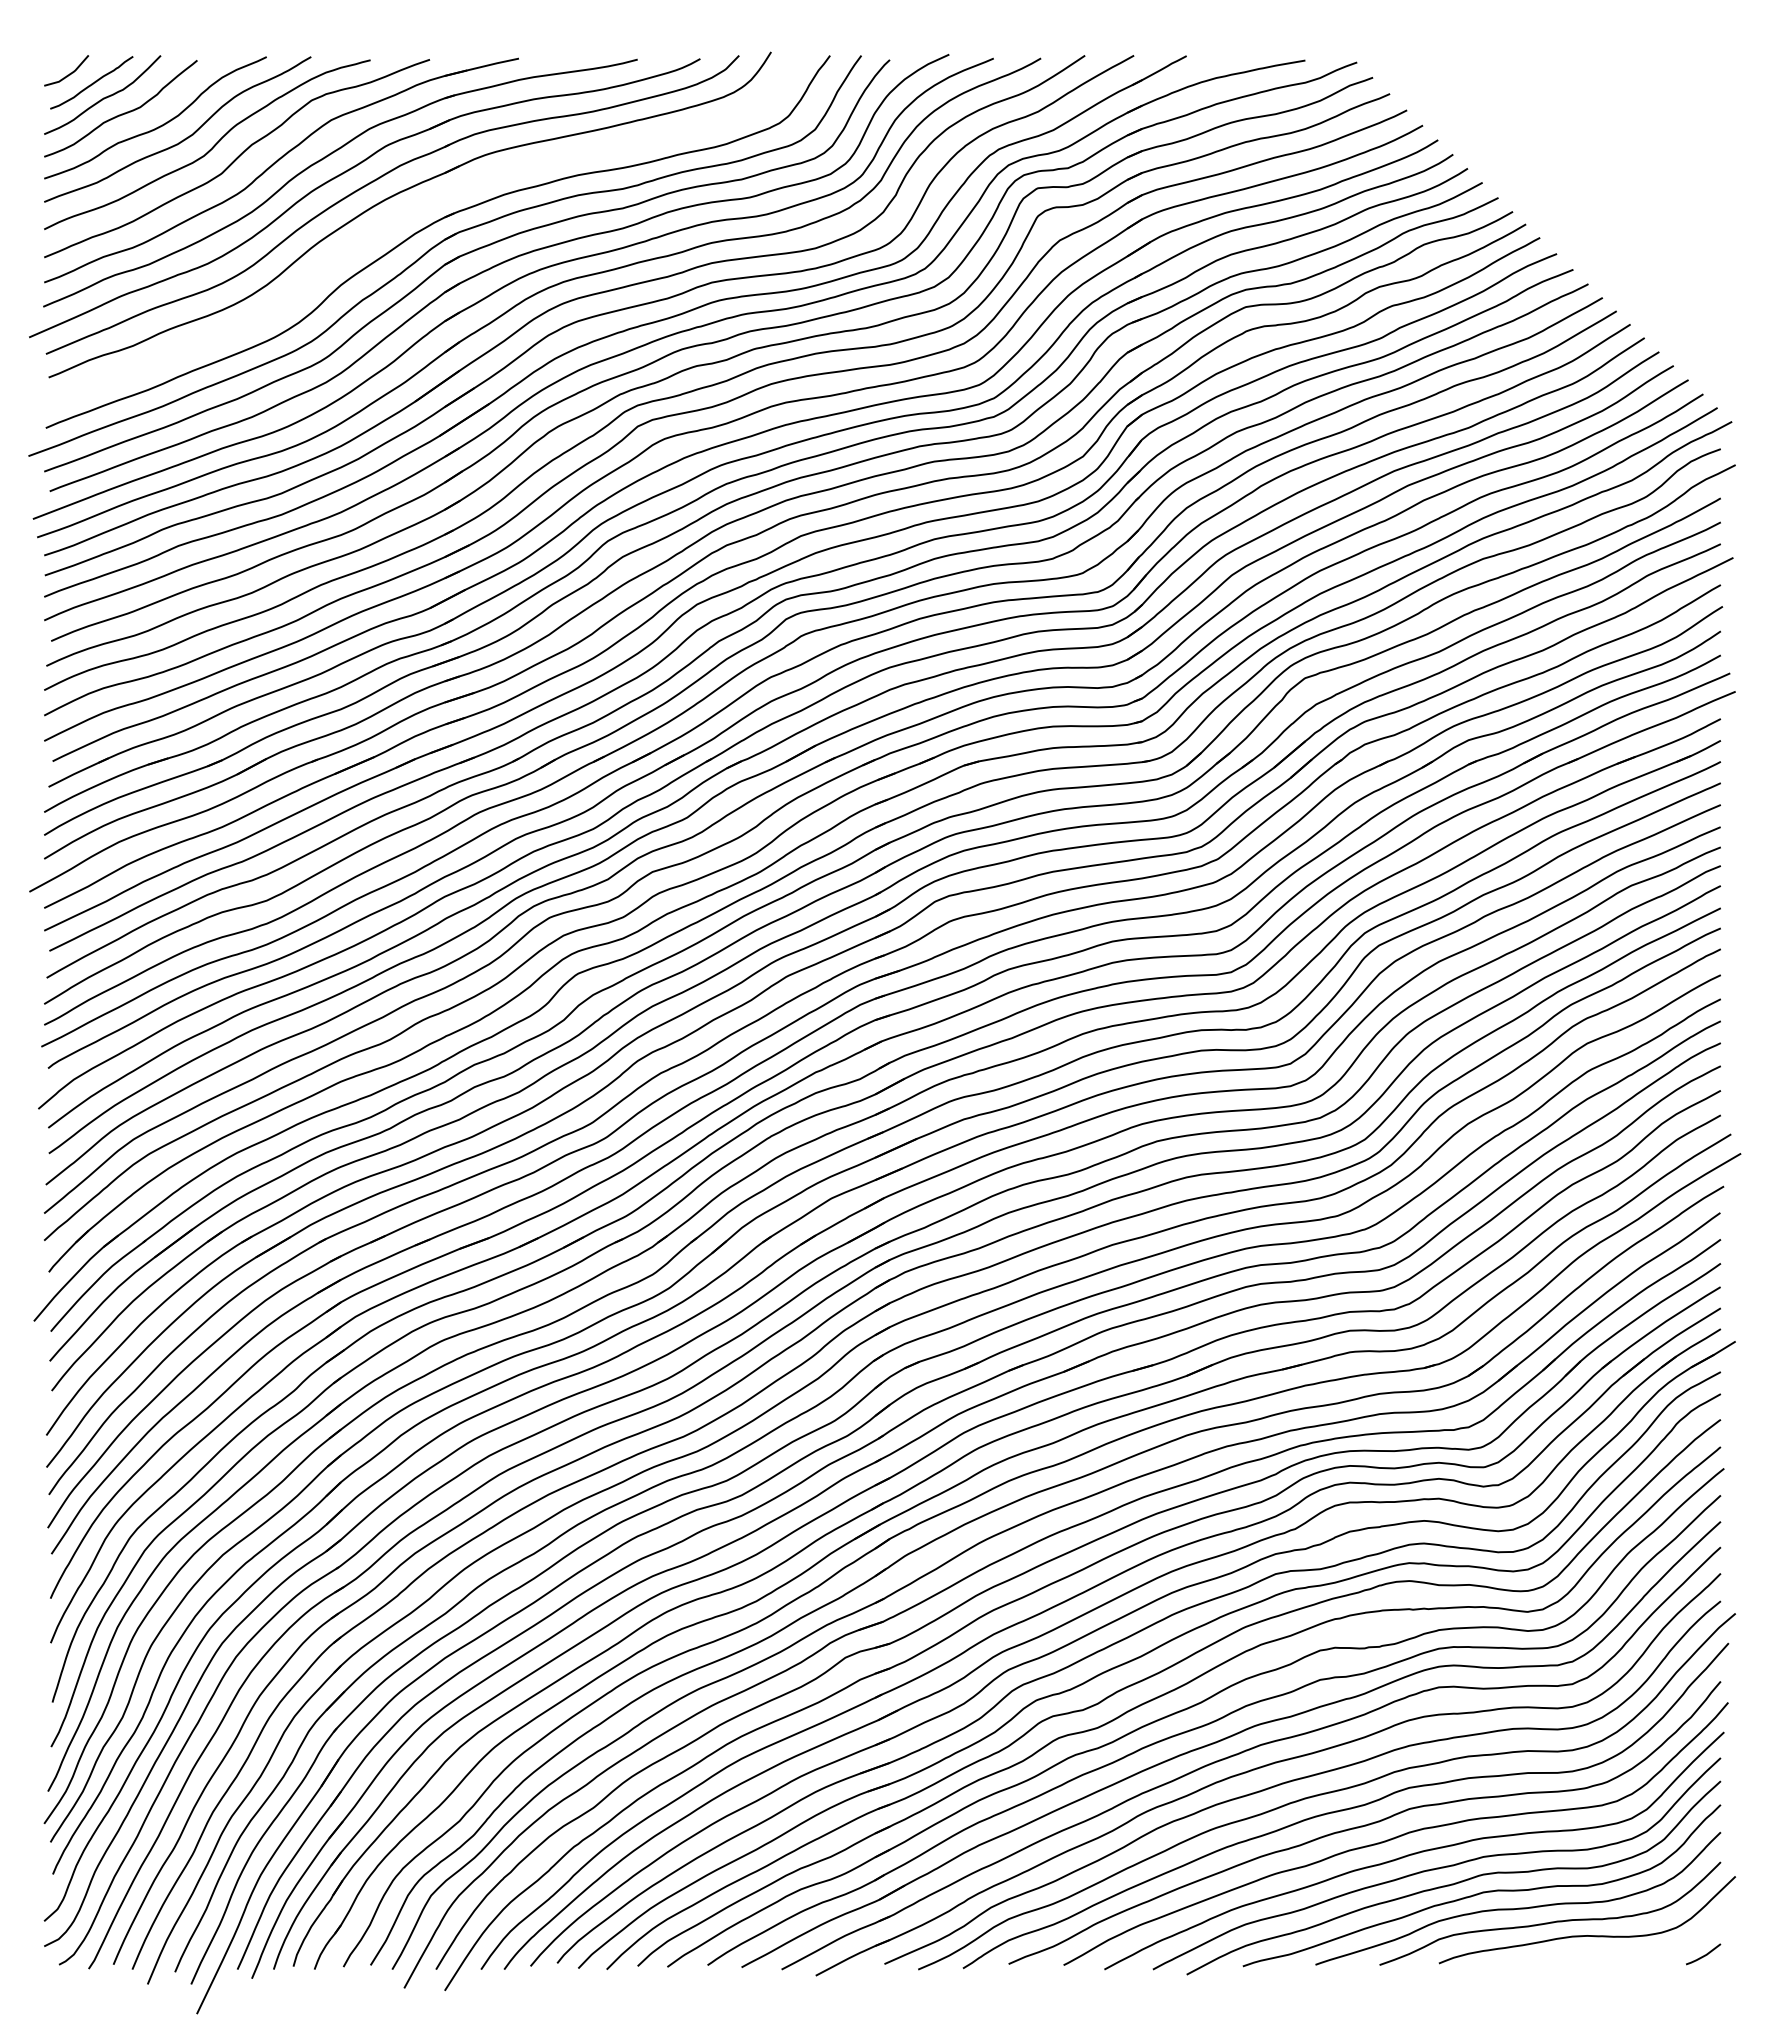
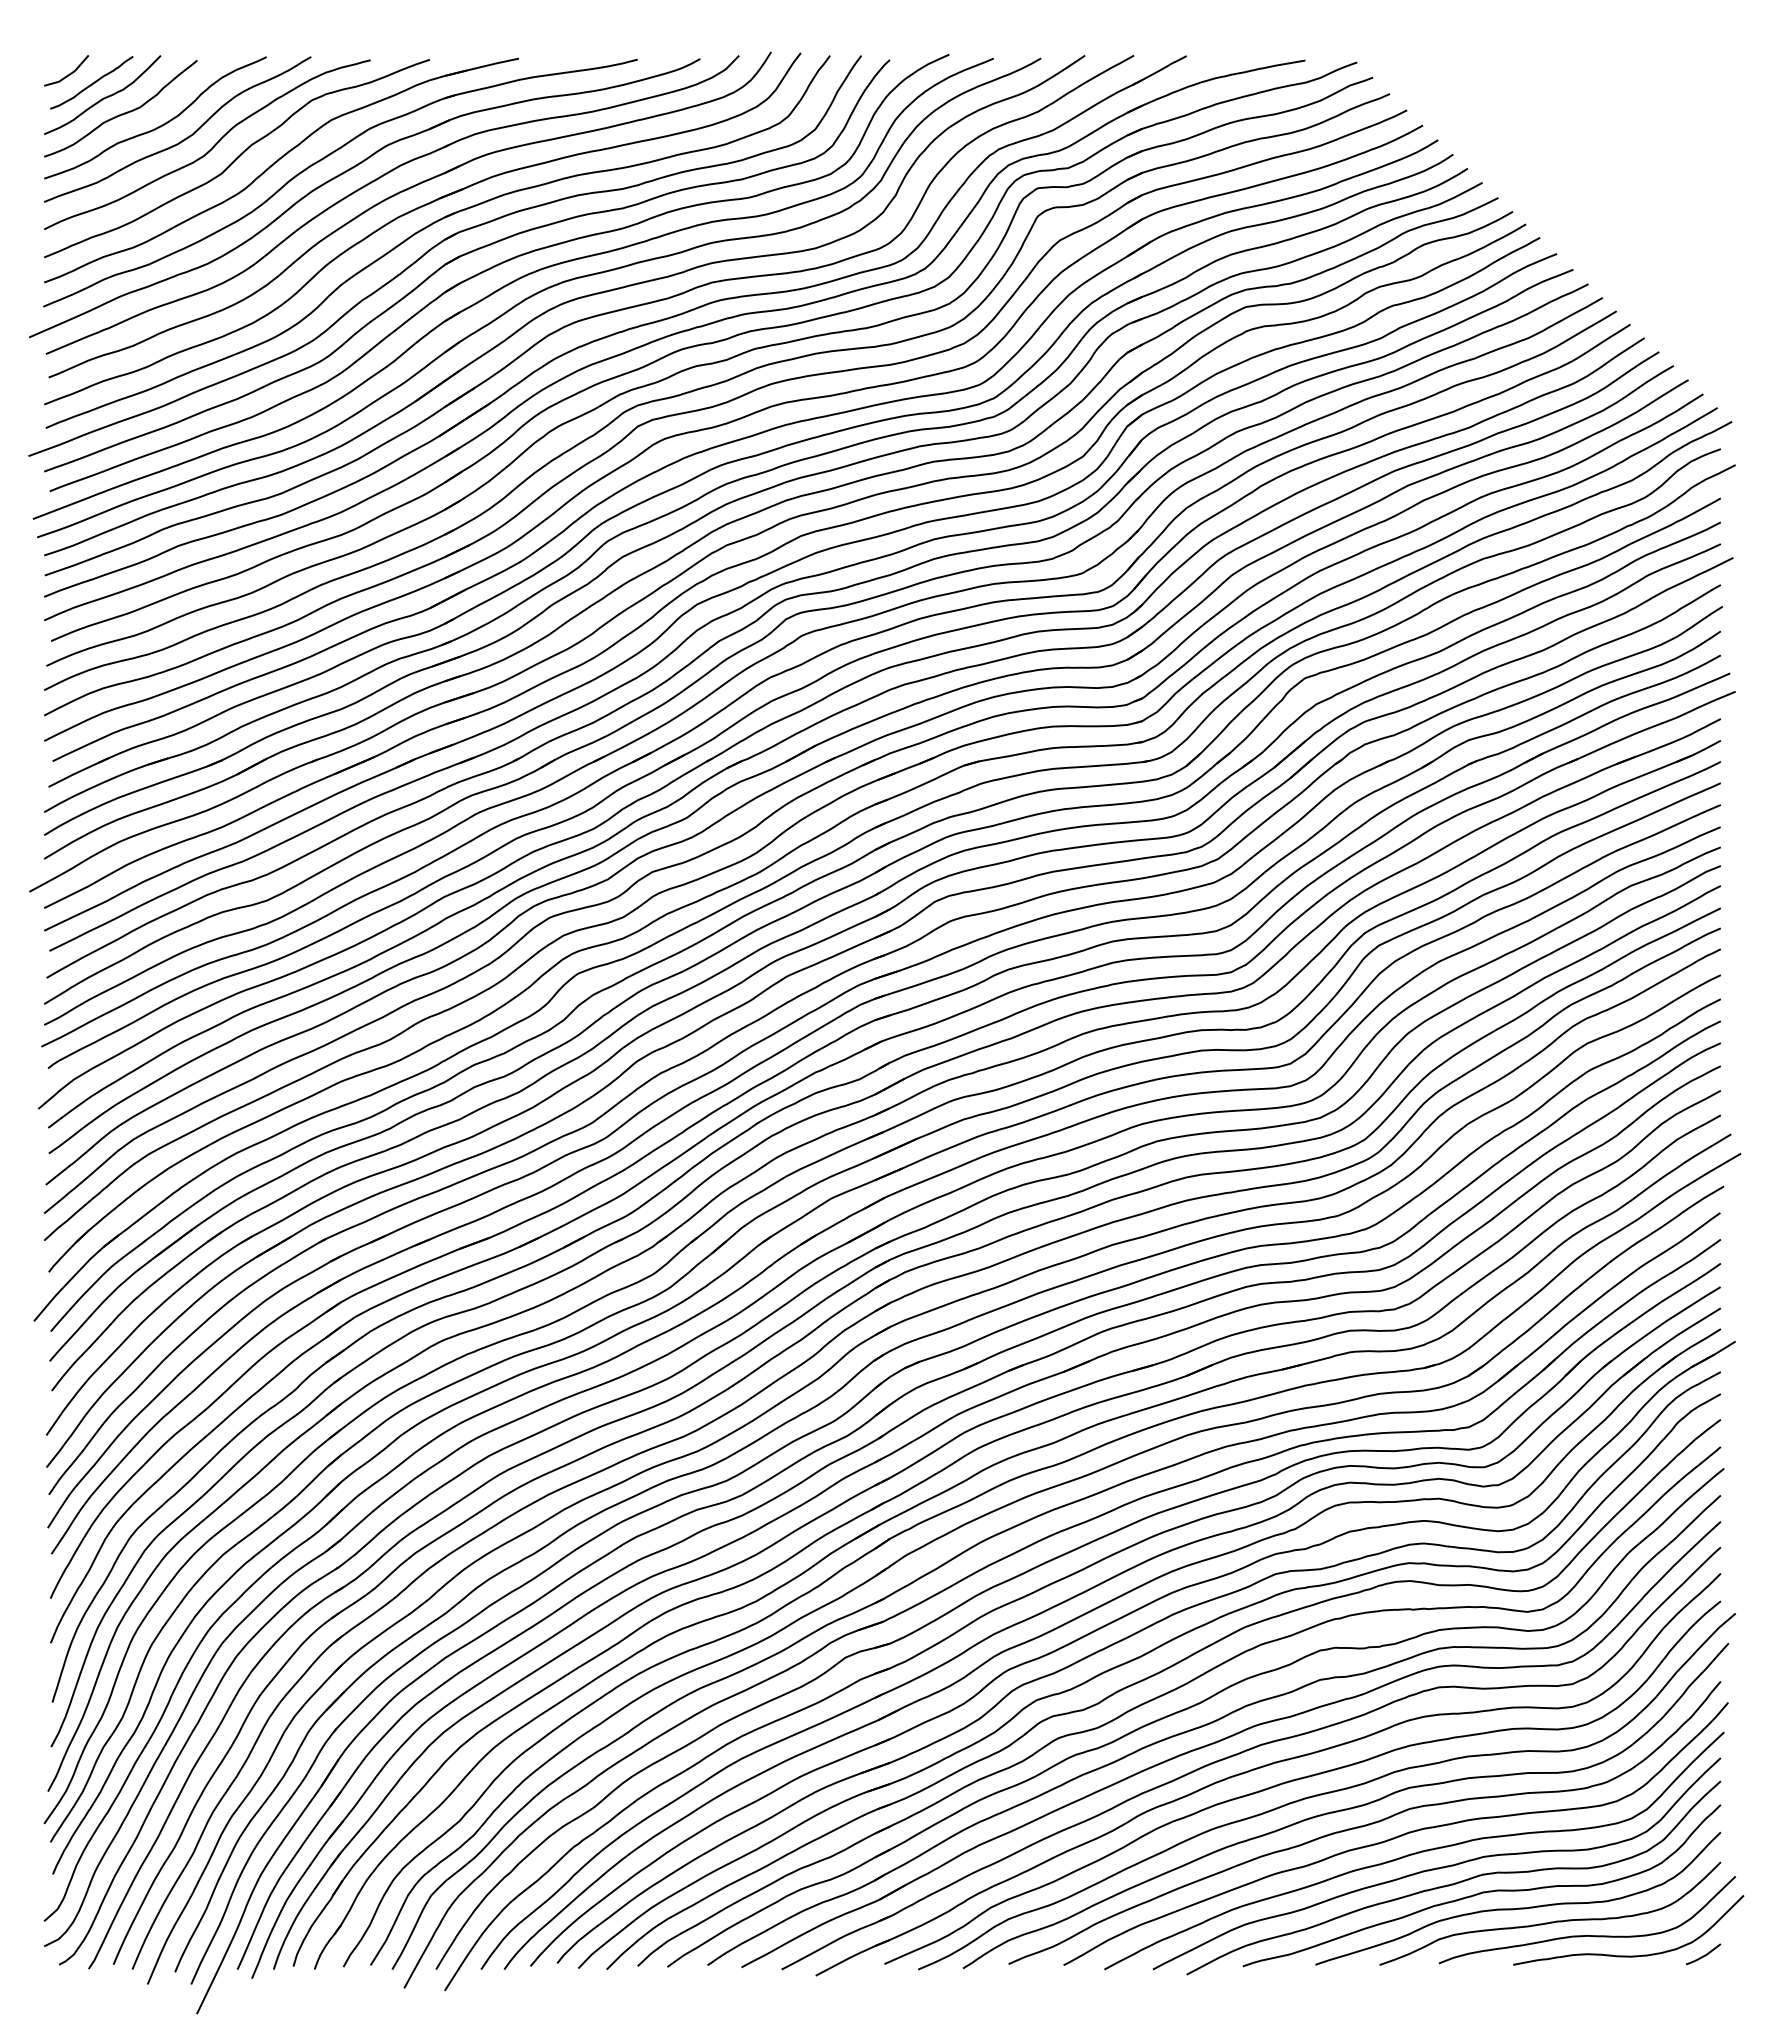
part at (413, 211): none -> present
curve at (1628, 1955): none -> present
